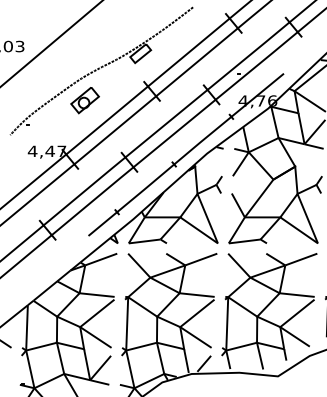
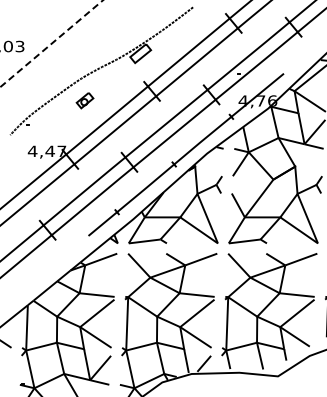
line at (51, 43): solid -> dashed
part at (84, 100) size: 30x28 px -> 20x18 px
